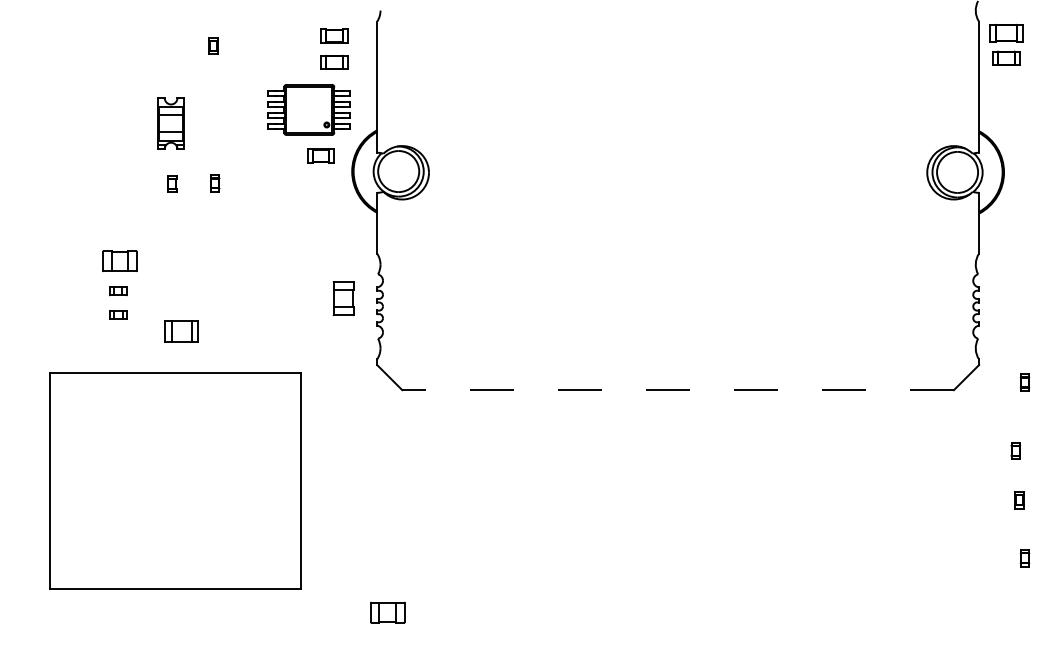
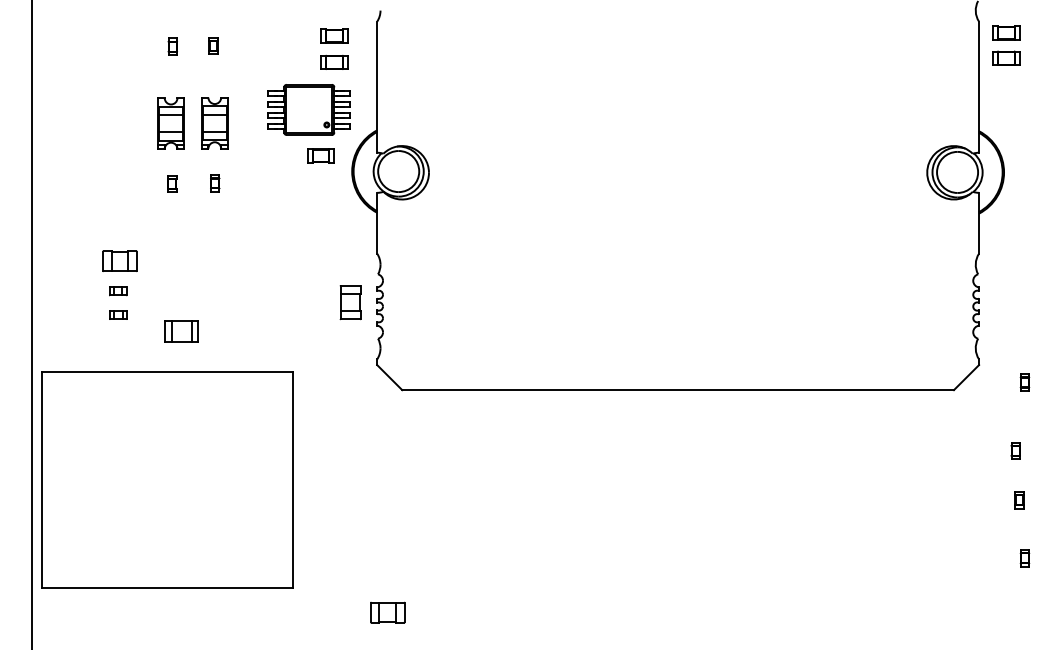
part at (1006, 33) size: 35x19 px -> 29x16 px
part at (172, 46): none -> present
part at (214, 123): none -> present
part at (343, 298) position: (343, 298) -> (350, 302)
line at (31, 324): none -> present
line at (678, 390): dashed -> solid
part at (175, 480) position: (175, 480) -> (167, 479)
